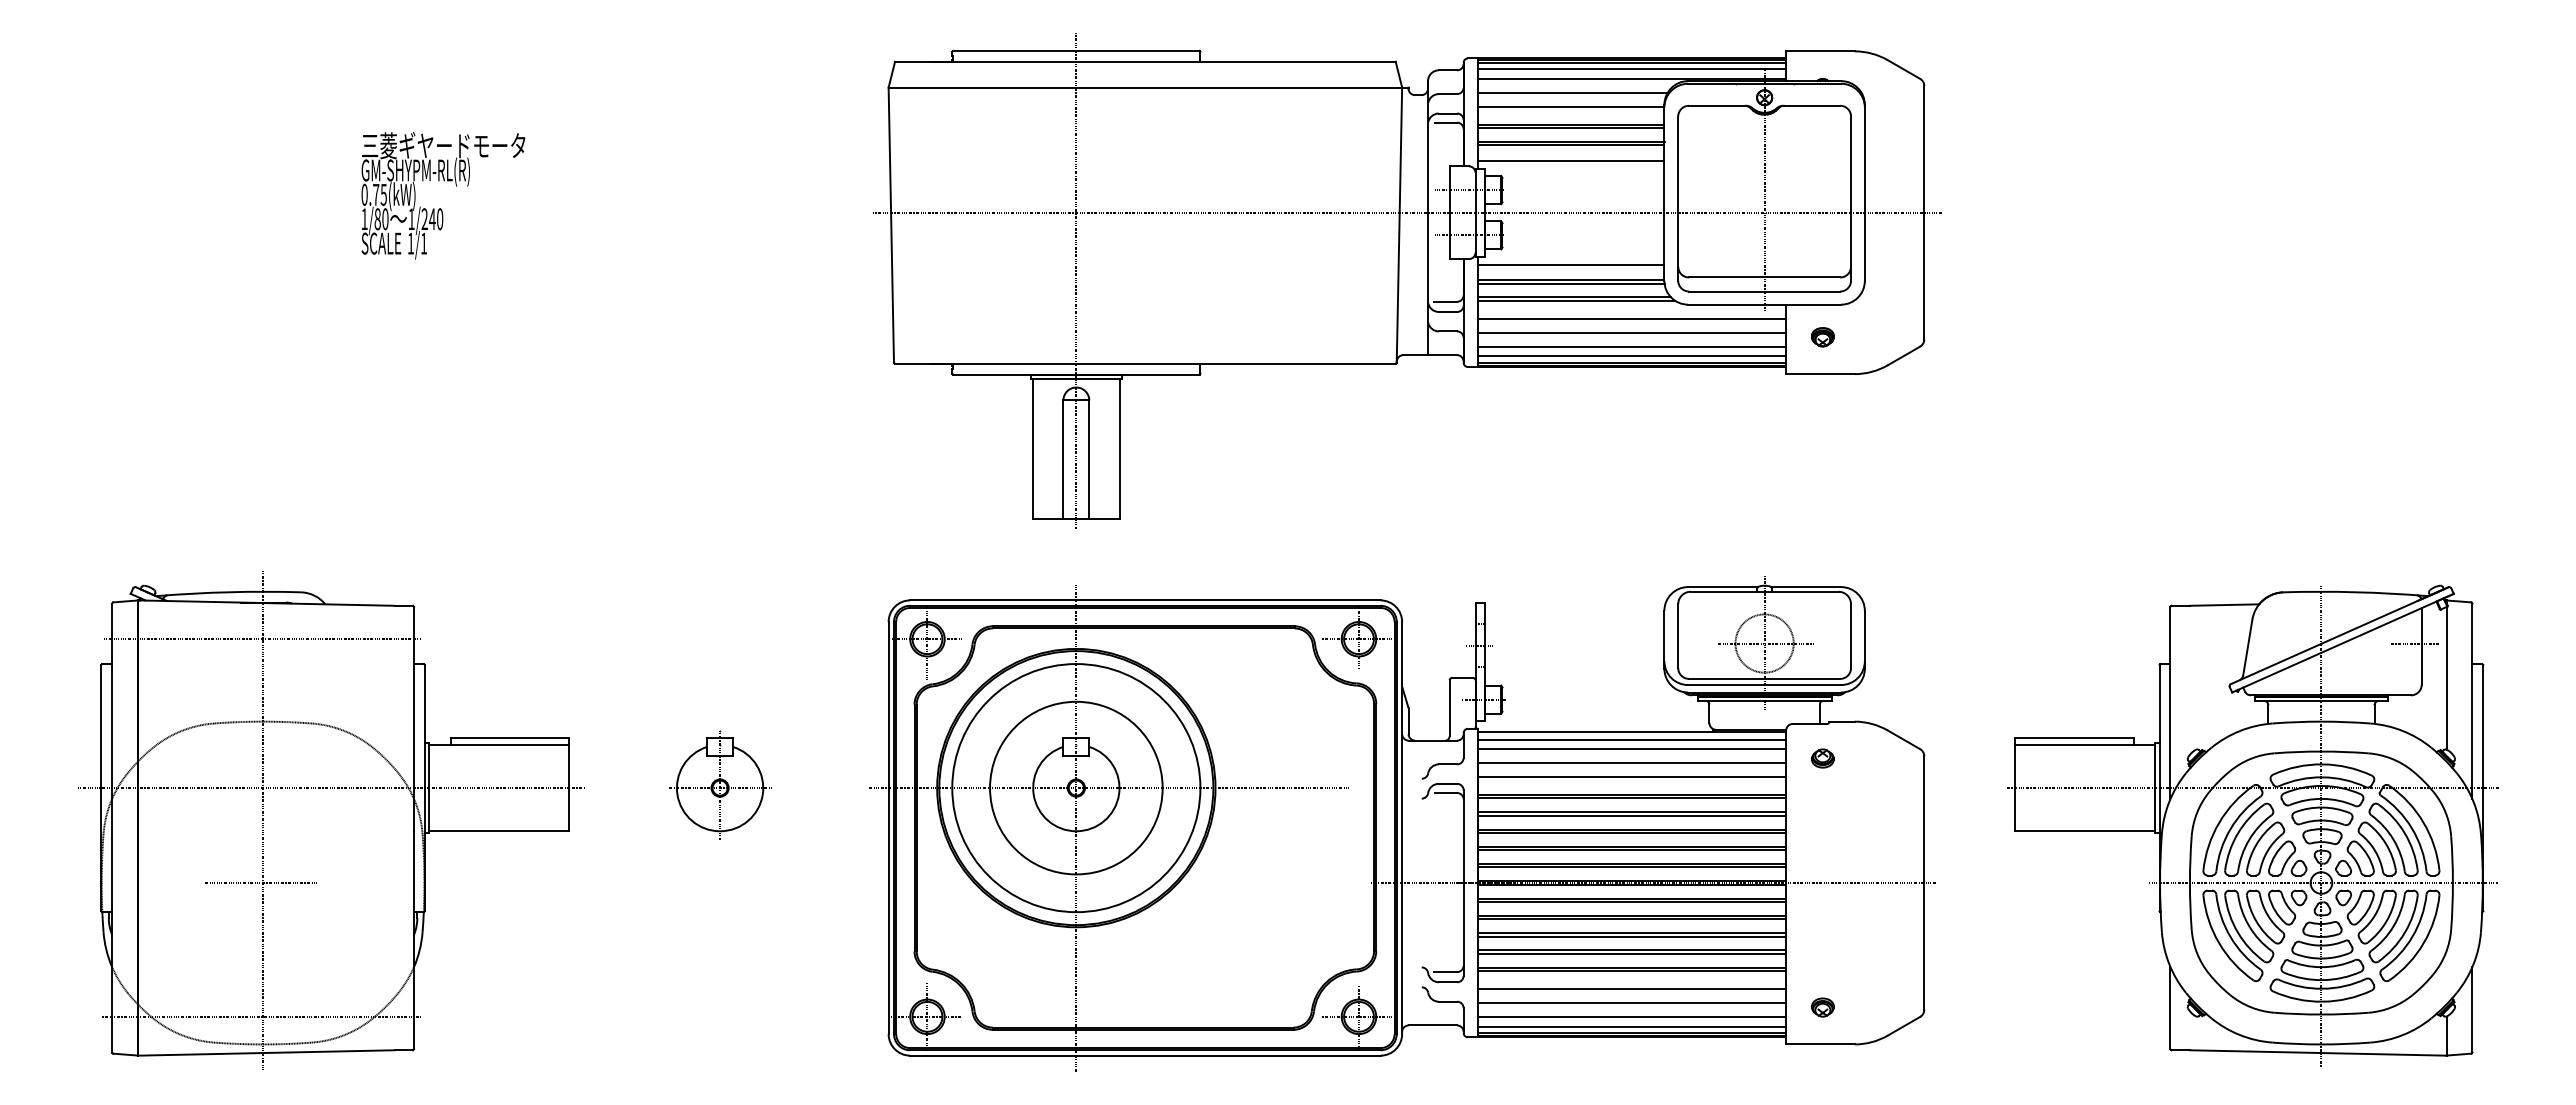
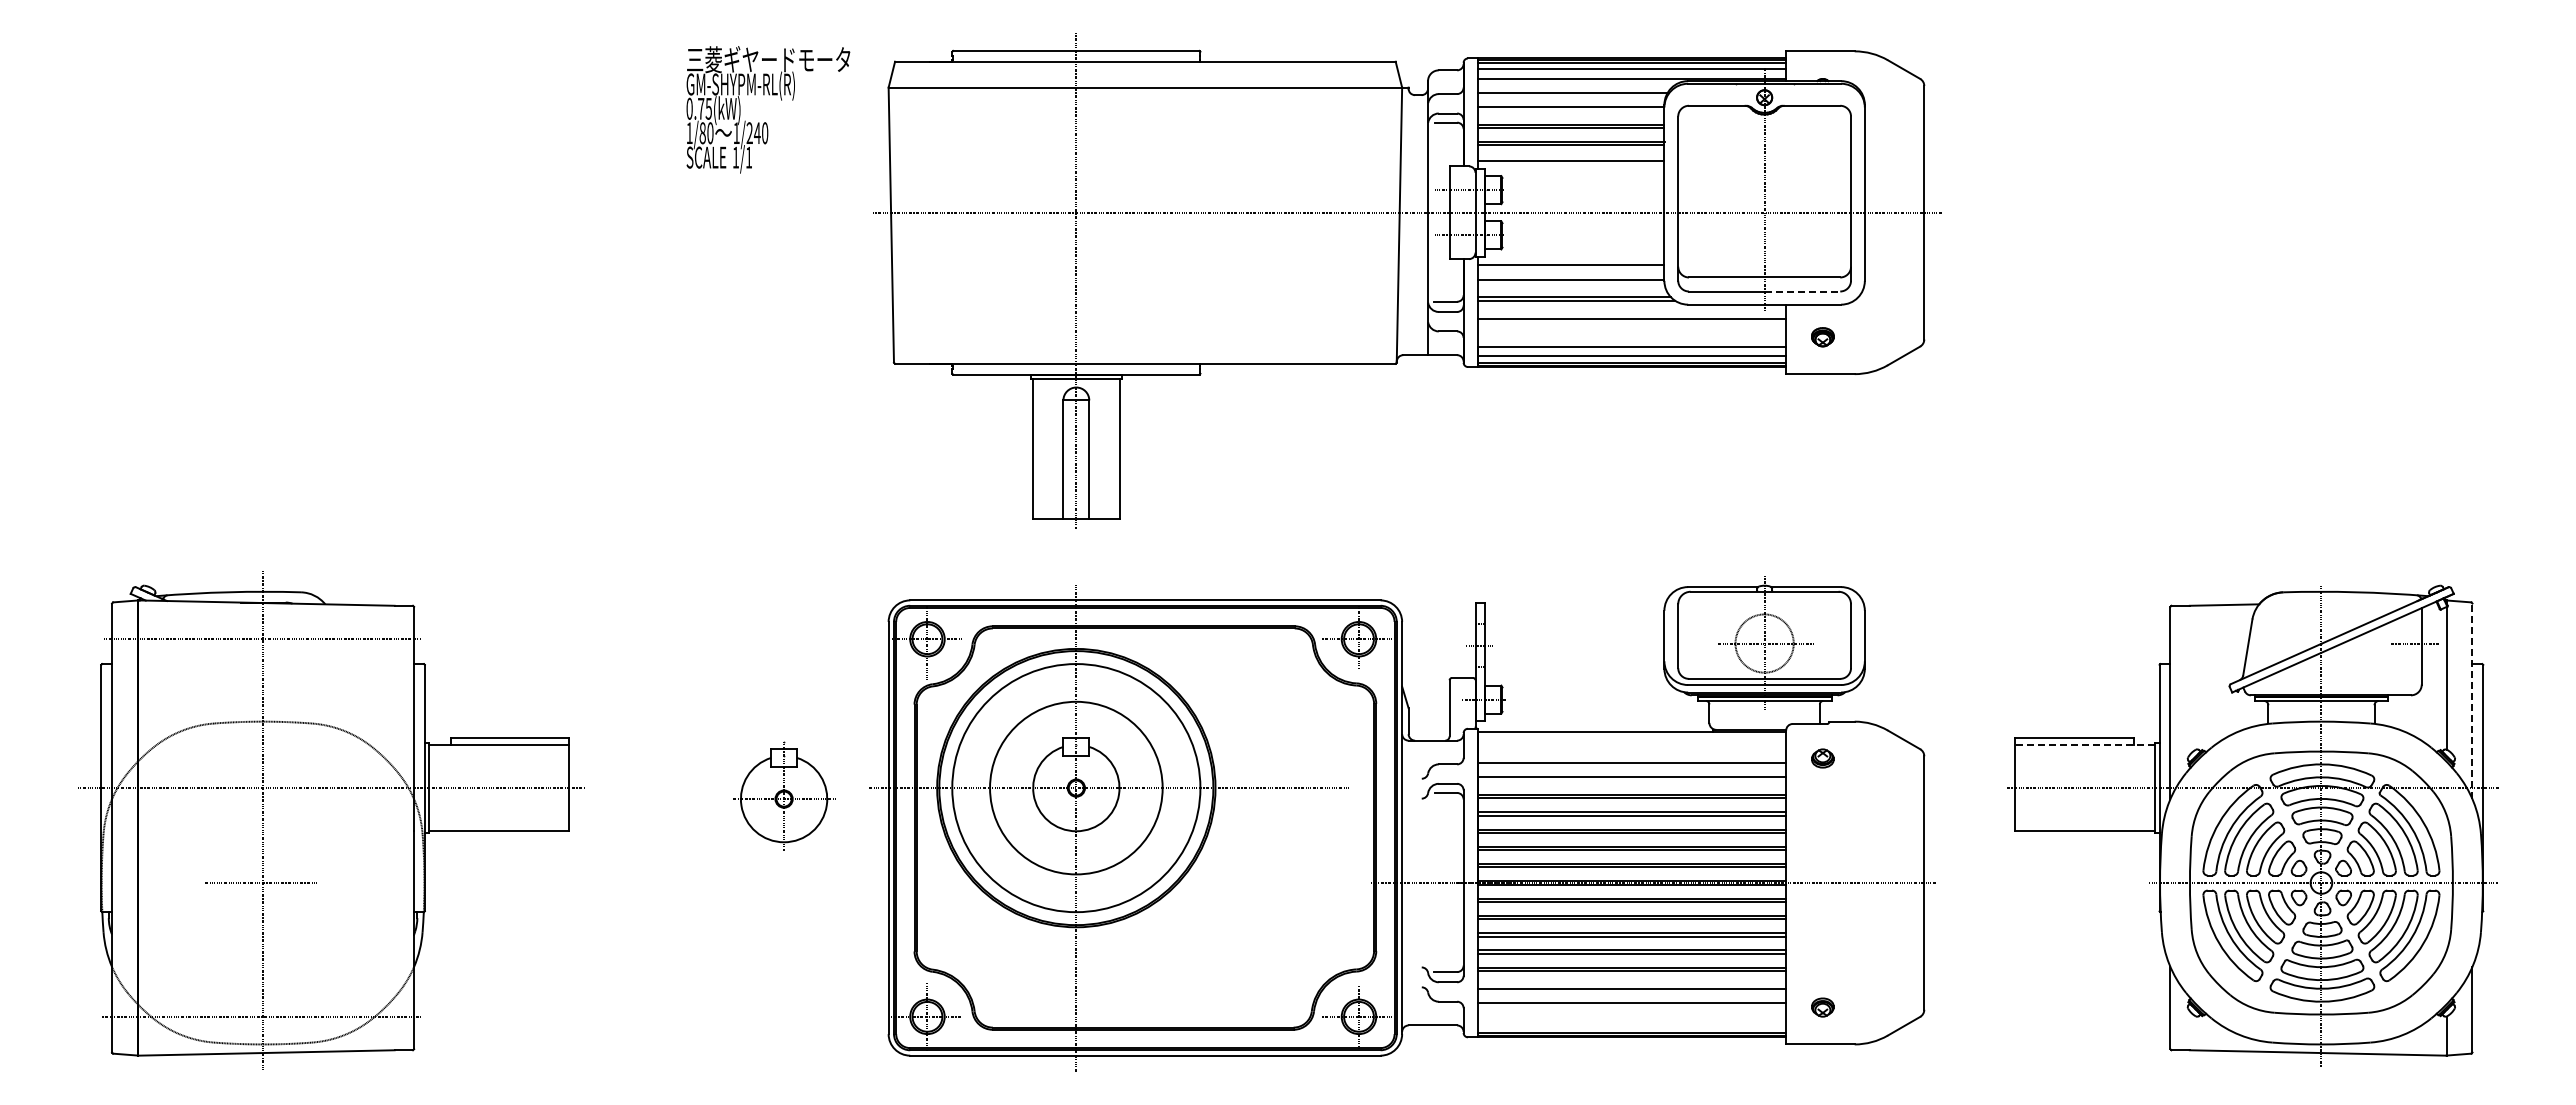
text at (443, 195) position: (443, 195) -> (768, 109)
line at (1570, 283): present -> none
line at (1802, 291): solid -> dashed
line at (1631, 332): present -> none
line at (2472, 701): solid -> dashed
line at (1631, 739): present -> none
line at (2084, 744): solid -> dashed
line at (1631, 749): present -> none
part at (720, 784) position: (720, 784) -> (784, 795)
line at (1631, 1016): present -> none
line at (1631, 1026): present -> none
